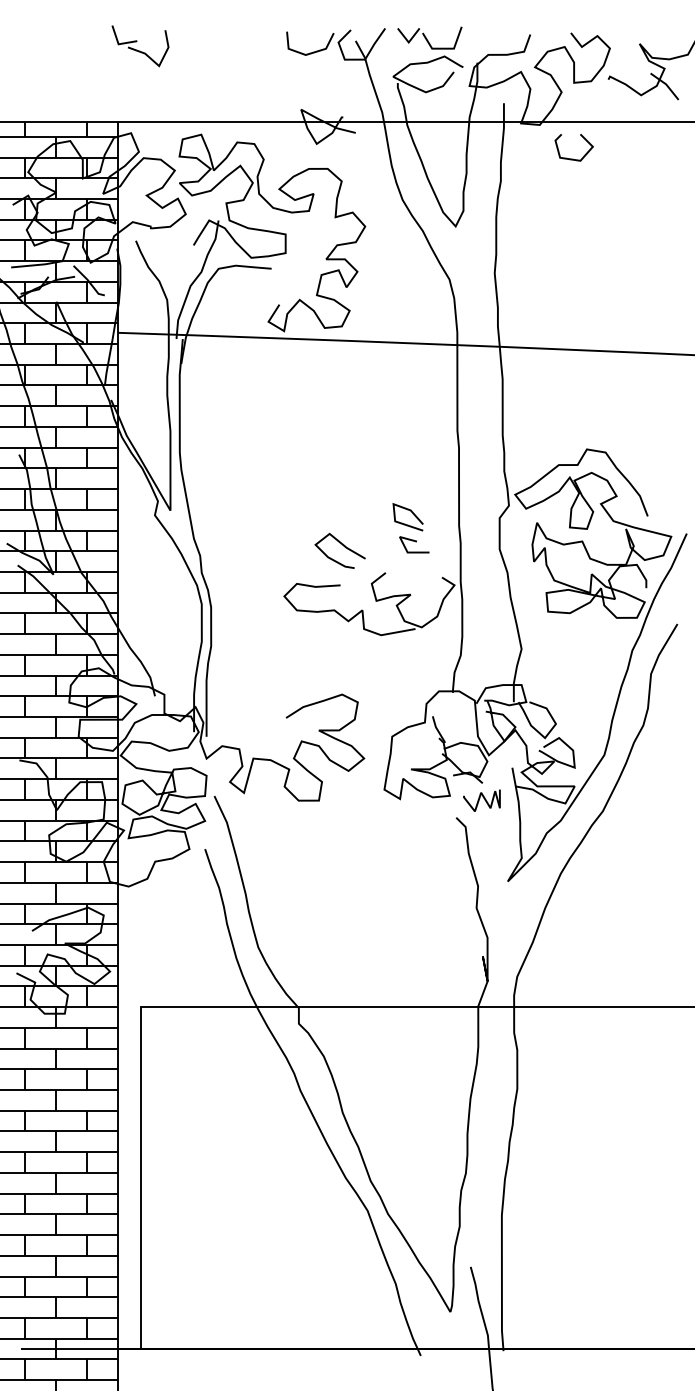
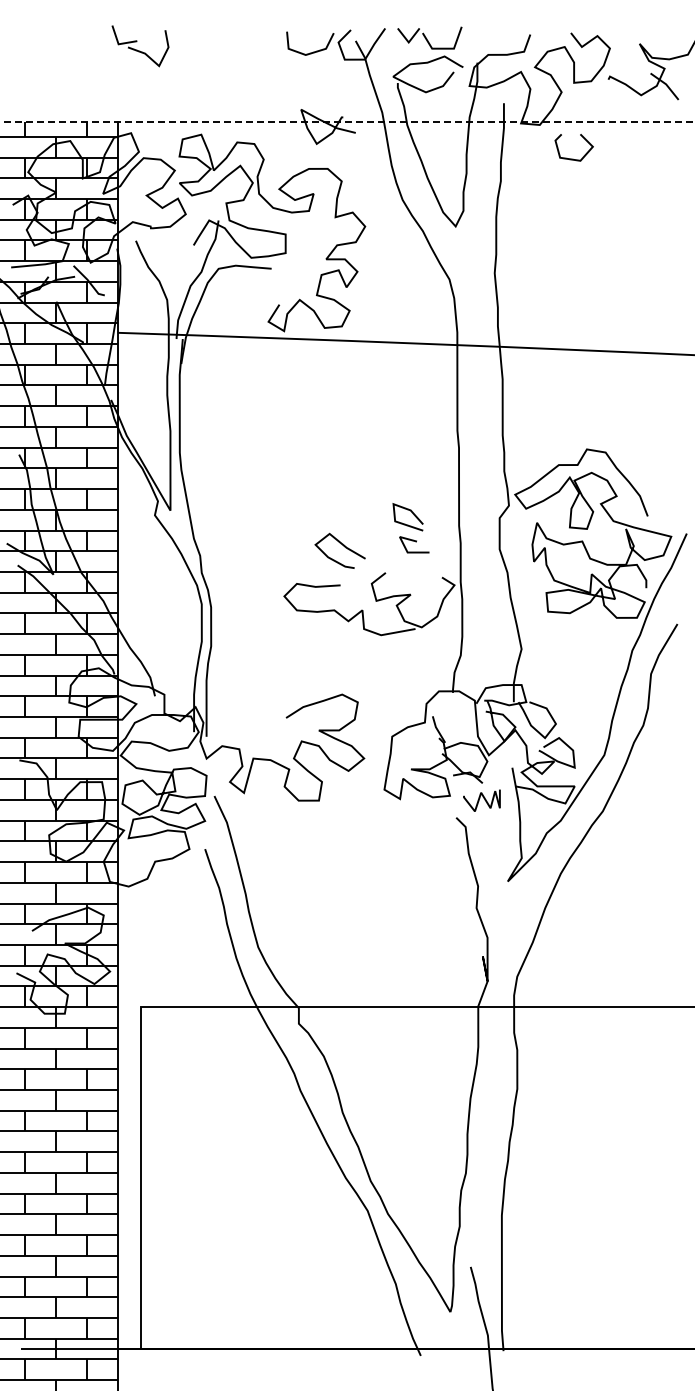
line at (347, 121): solid -> dashed
